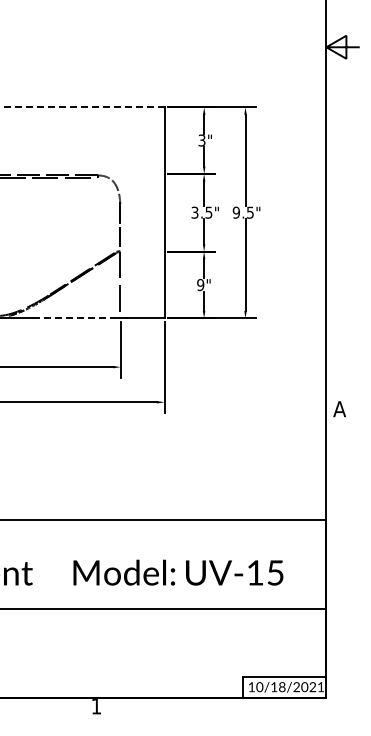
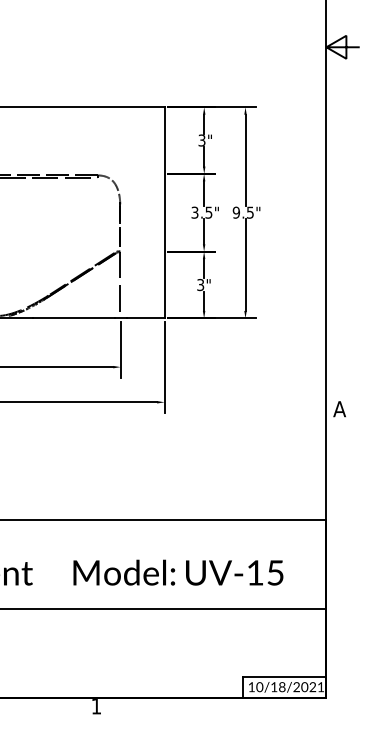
line at (81, 107): dashed -> solid
text at (200, 284): 9" -> 3"
line at (74, 318): dashed -> solid
